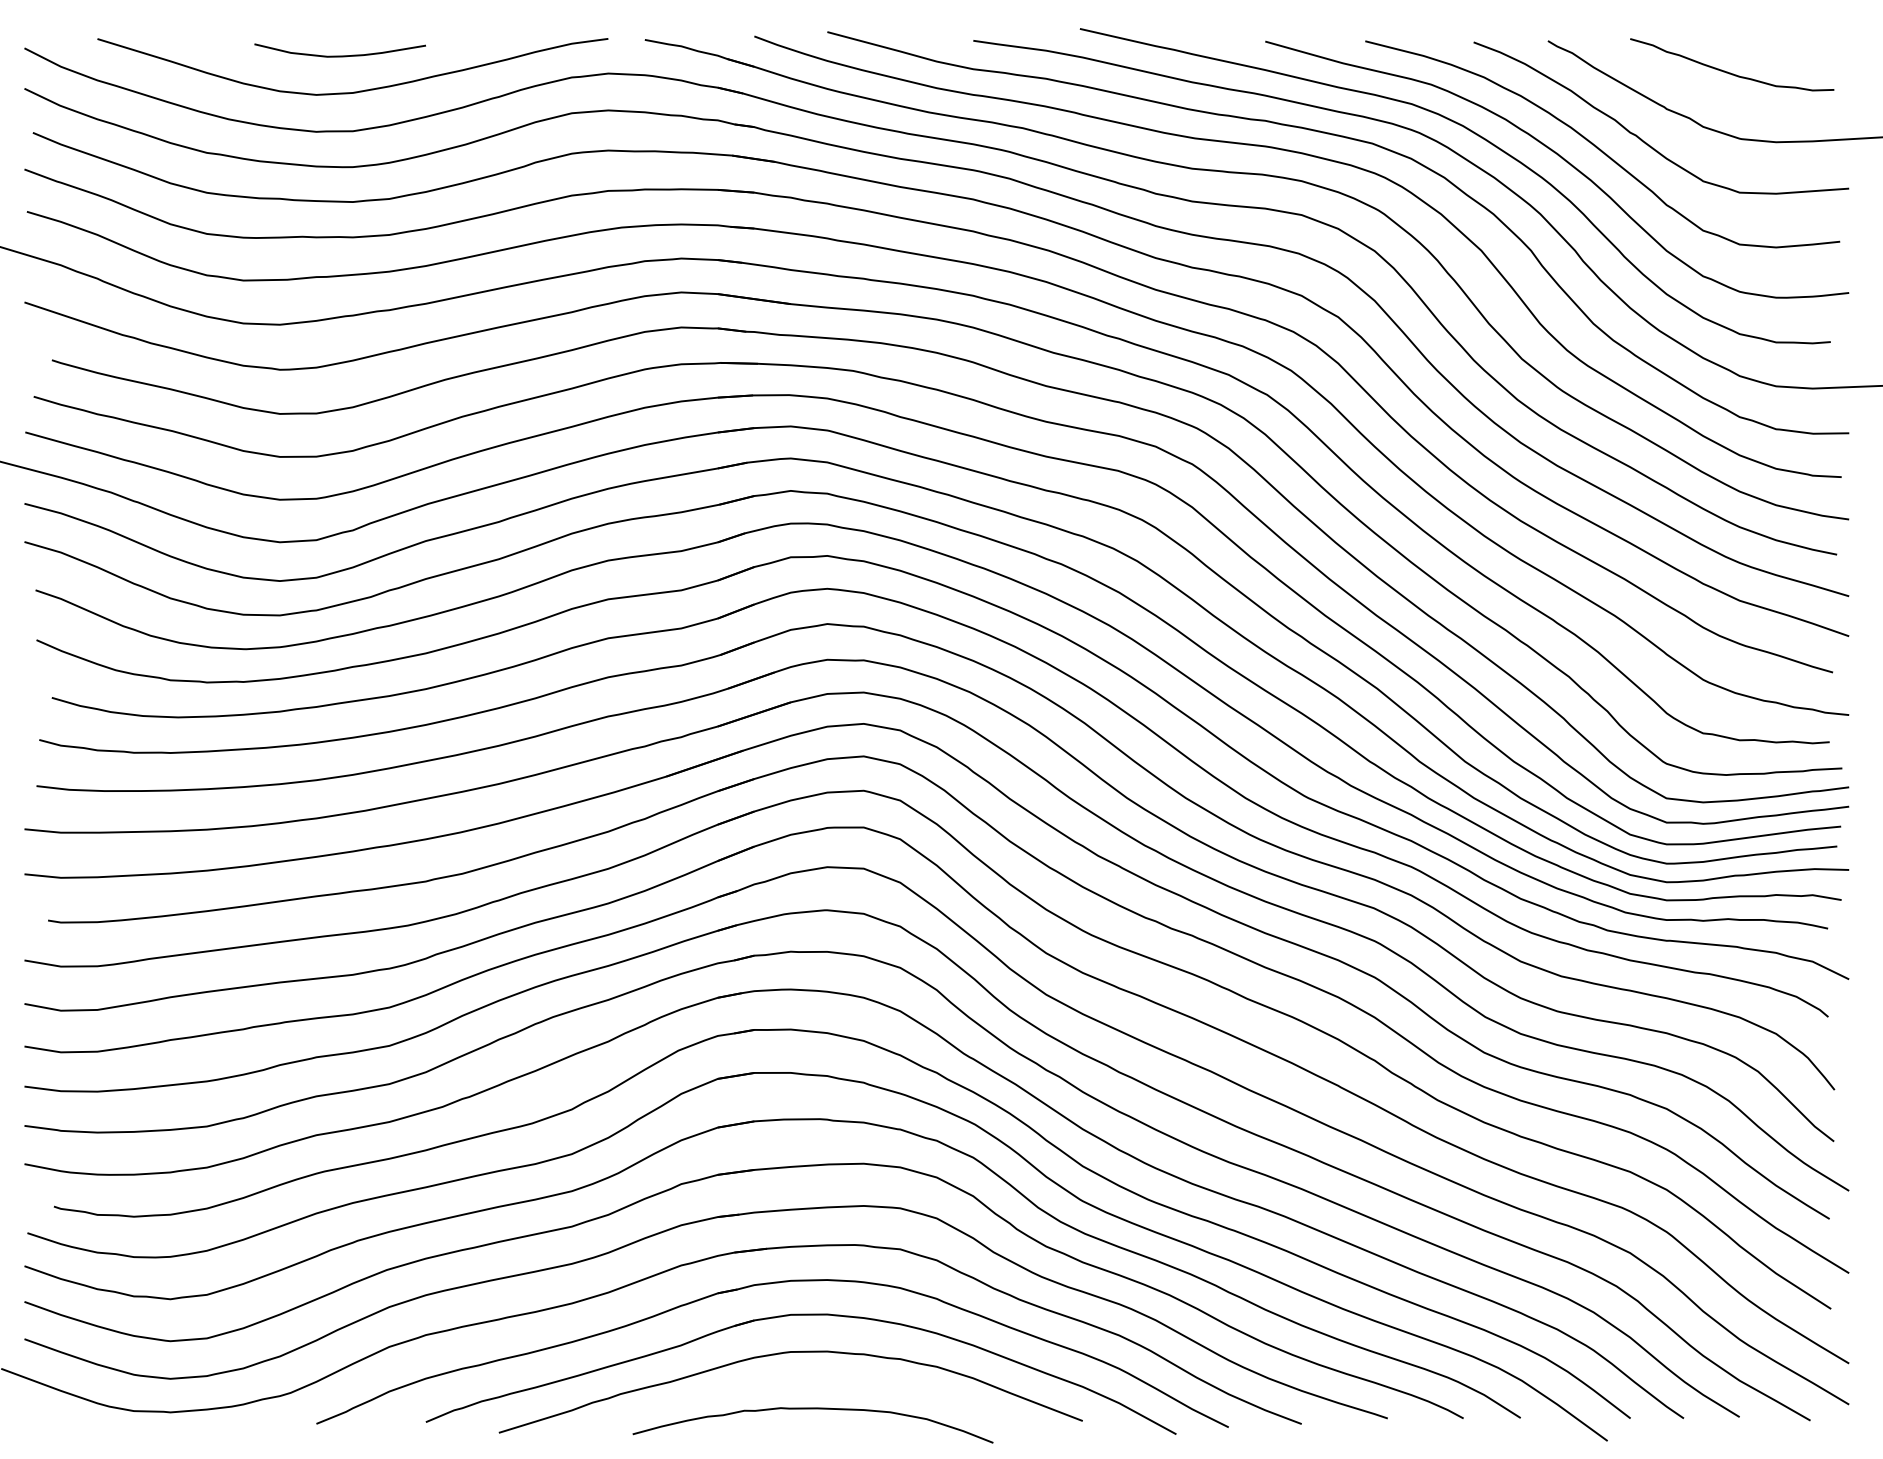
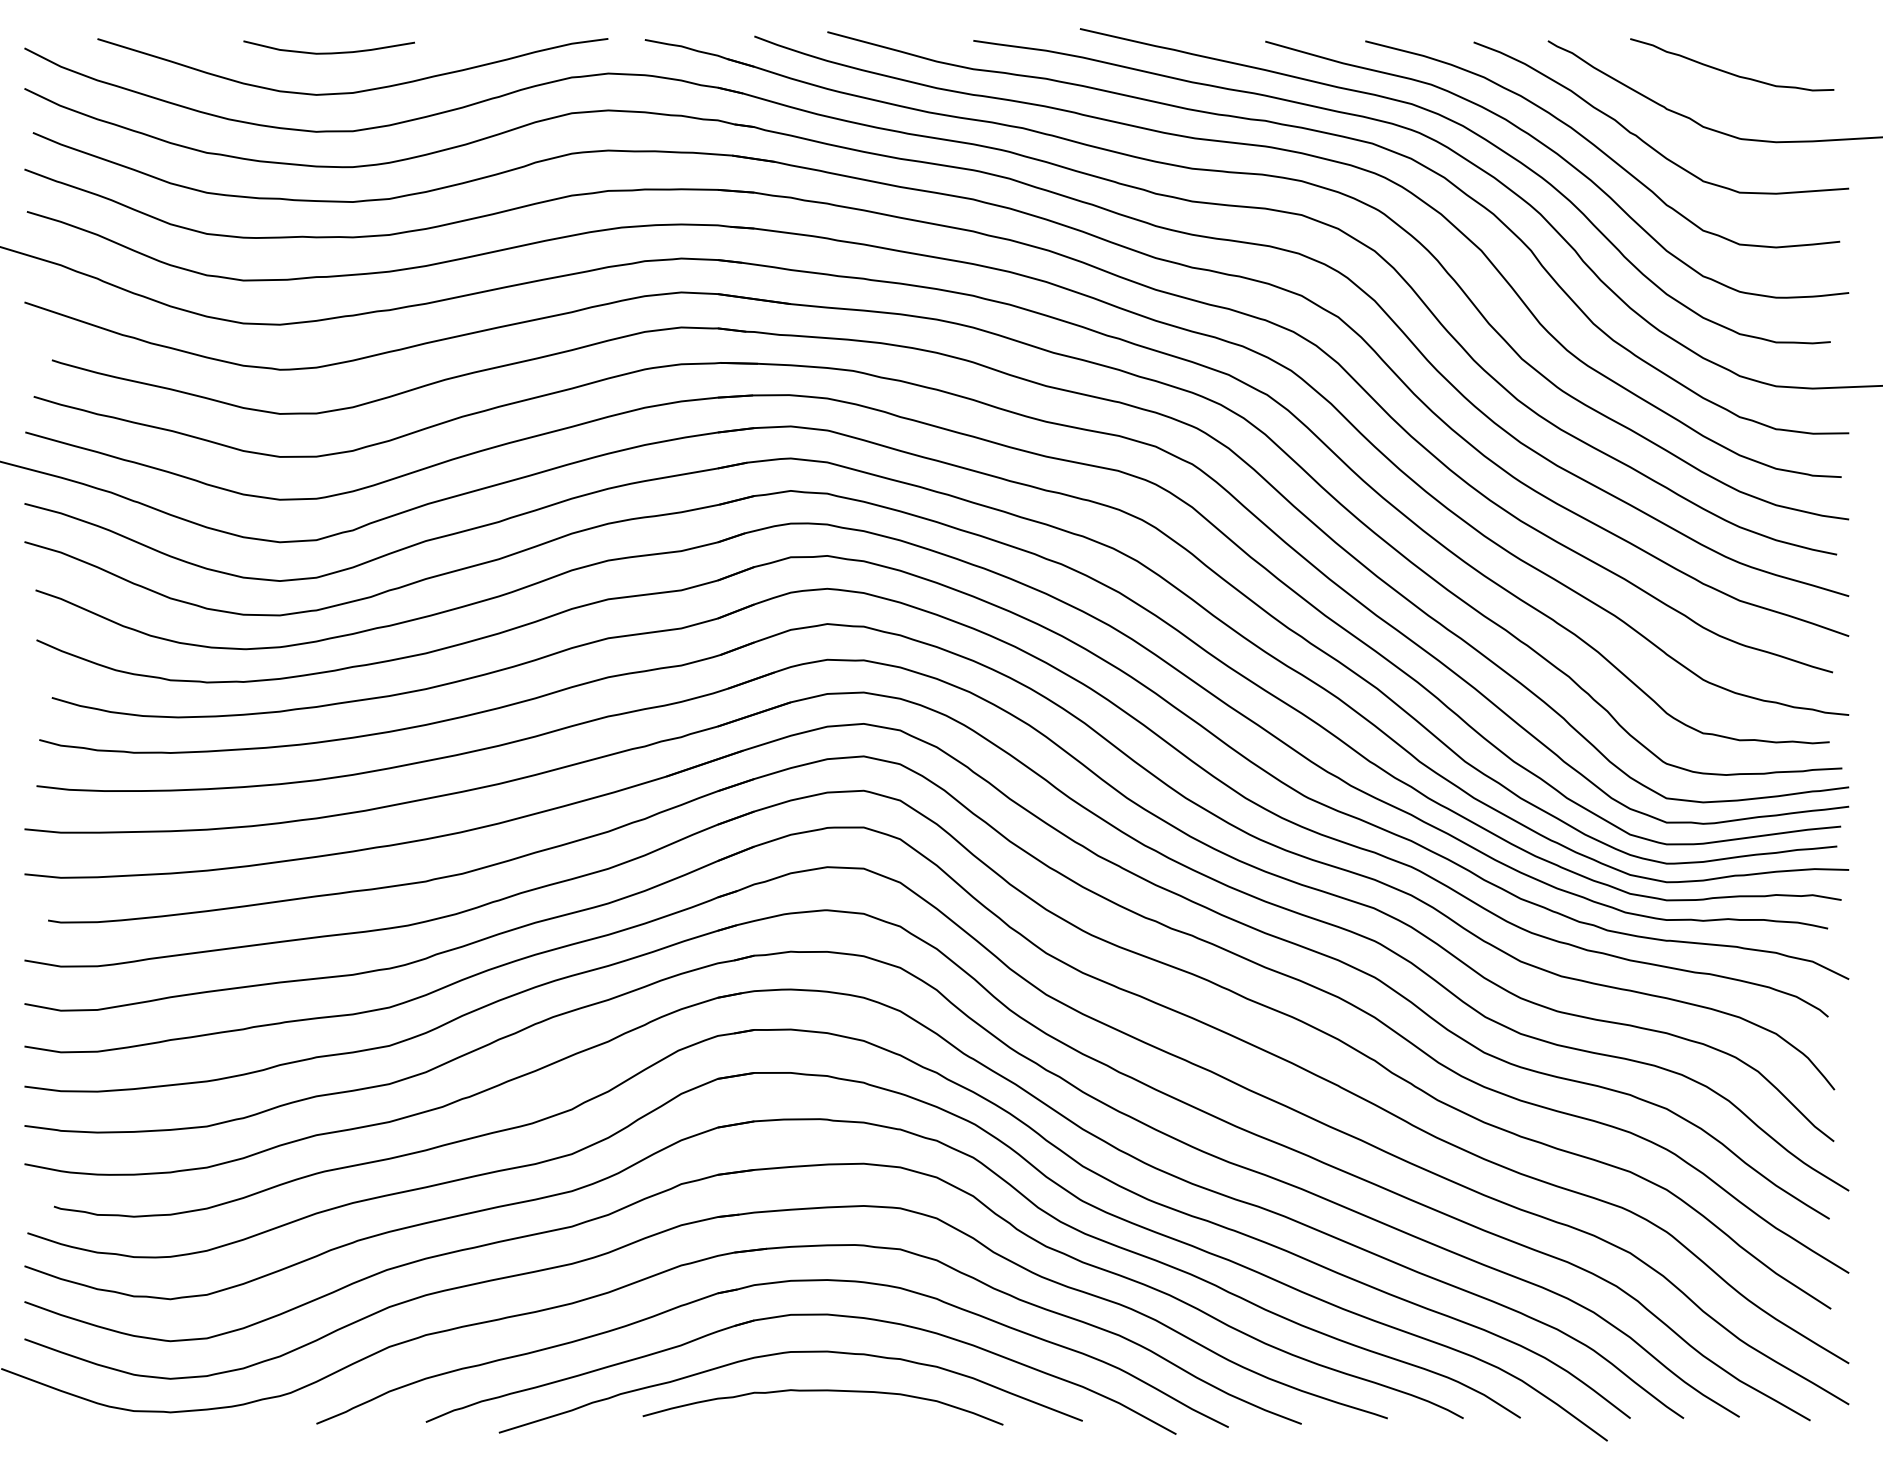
curve at (339, 55) position: (339, 55) -> (328, 52)
curve at (812, 1409) position: (812, 1409) -> (822, 1391)
